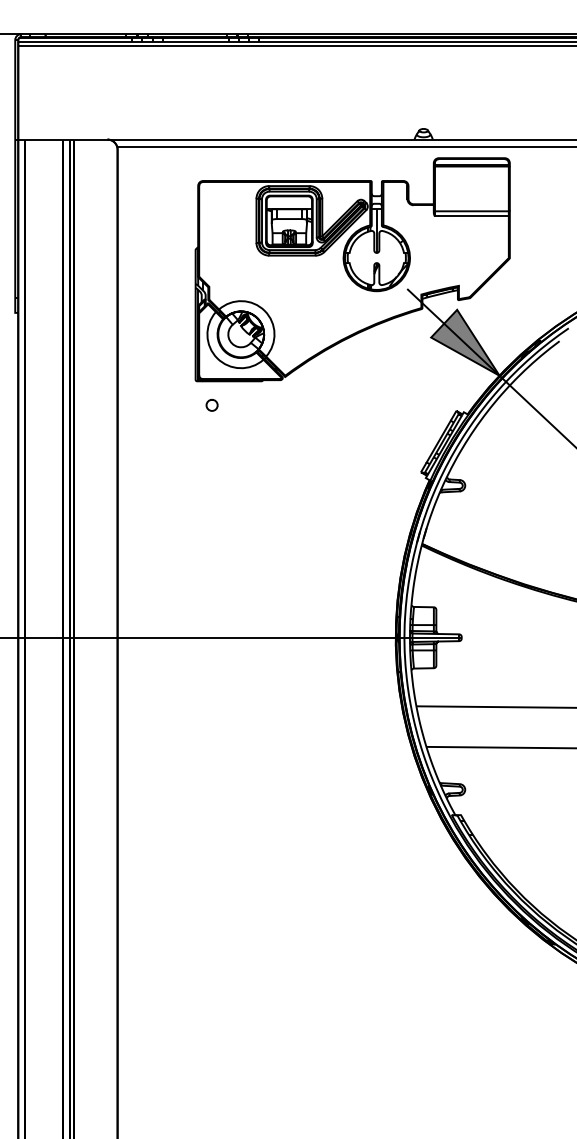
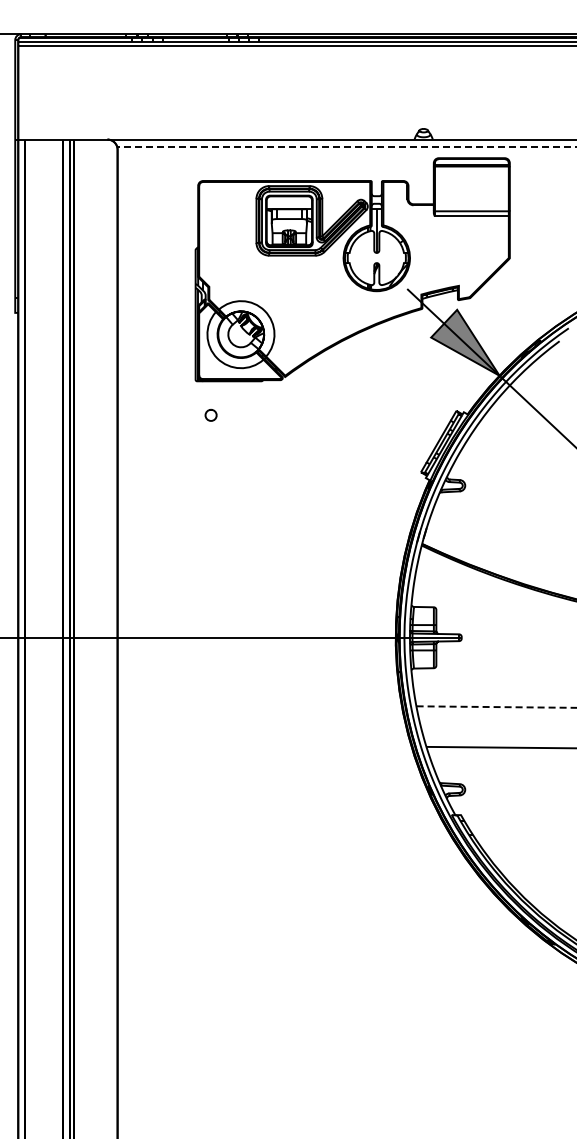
line at (346, 146): solid -> dashed
circle at (211, 404) position: (211, 404) -> (210, 414)
line at (496, 707): solid -> dashed
